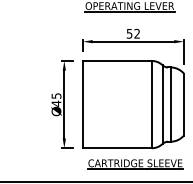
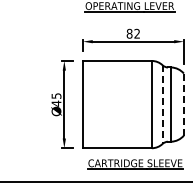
text at (129, 33): 52 -> 82
line at (162, 105): solid -> dashed
line at (183, 105): solid -> dashed
